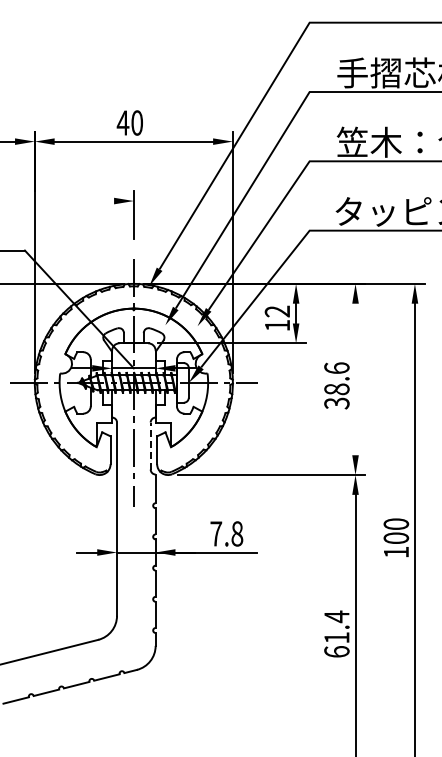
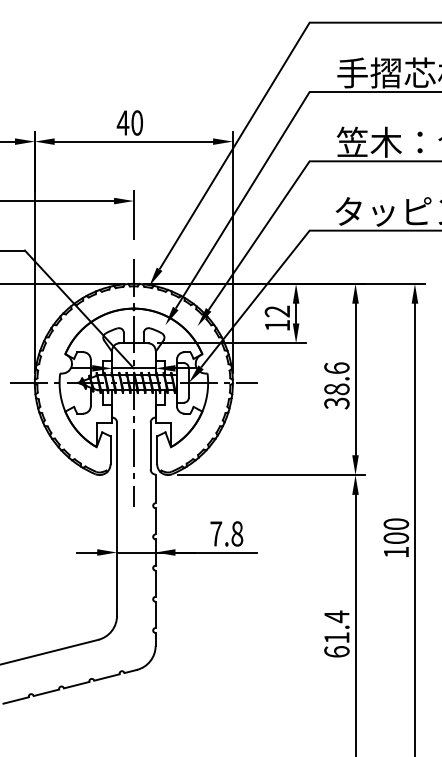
line at (58, 201): none -> present
line at (355, 379): none -> present
line at (150, 446): dashed -> solid
